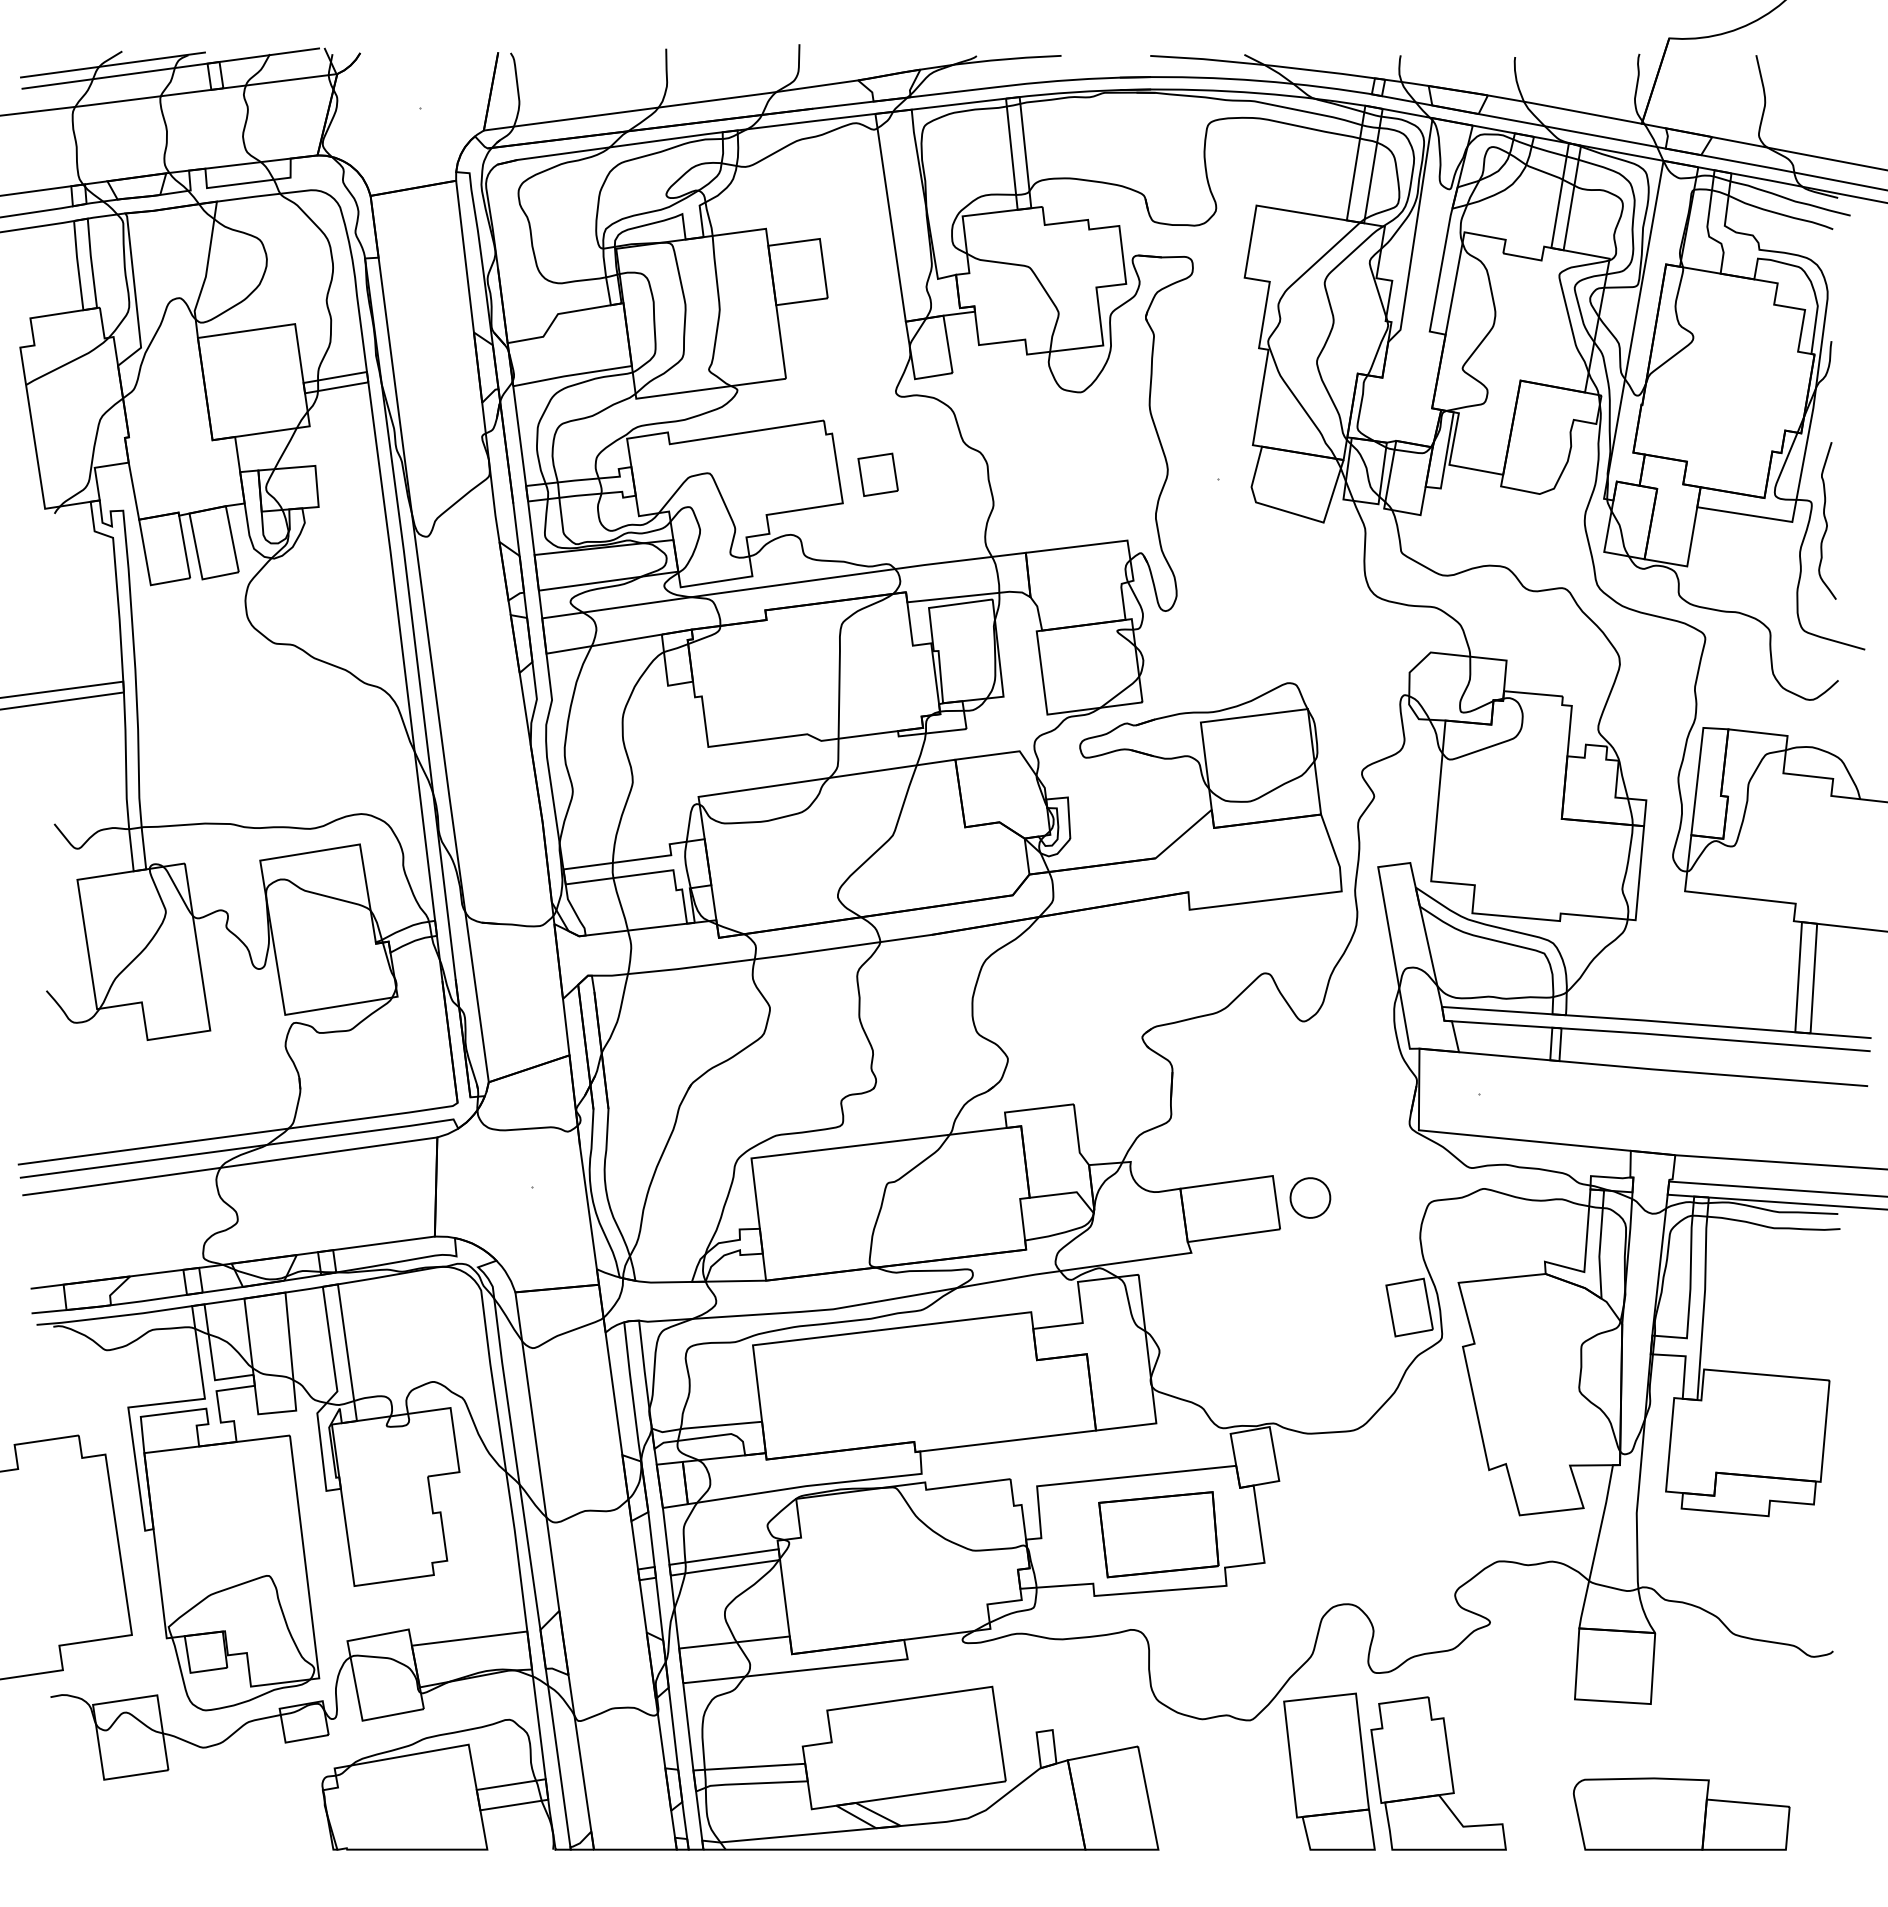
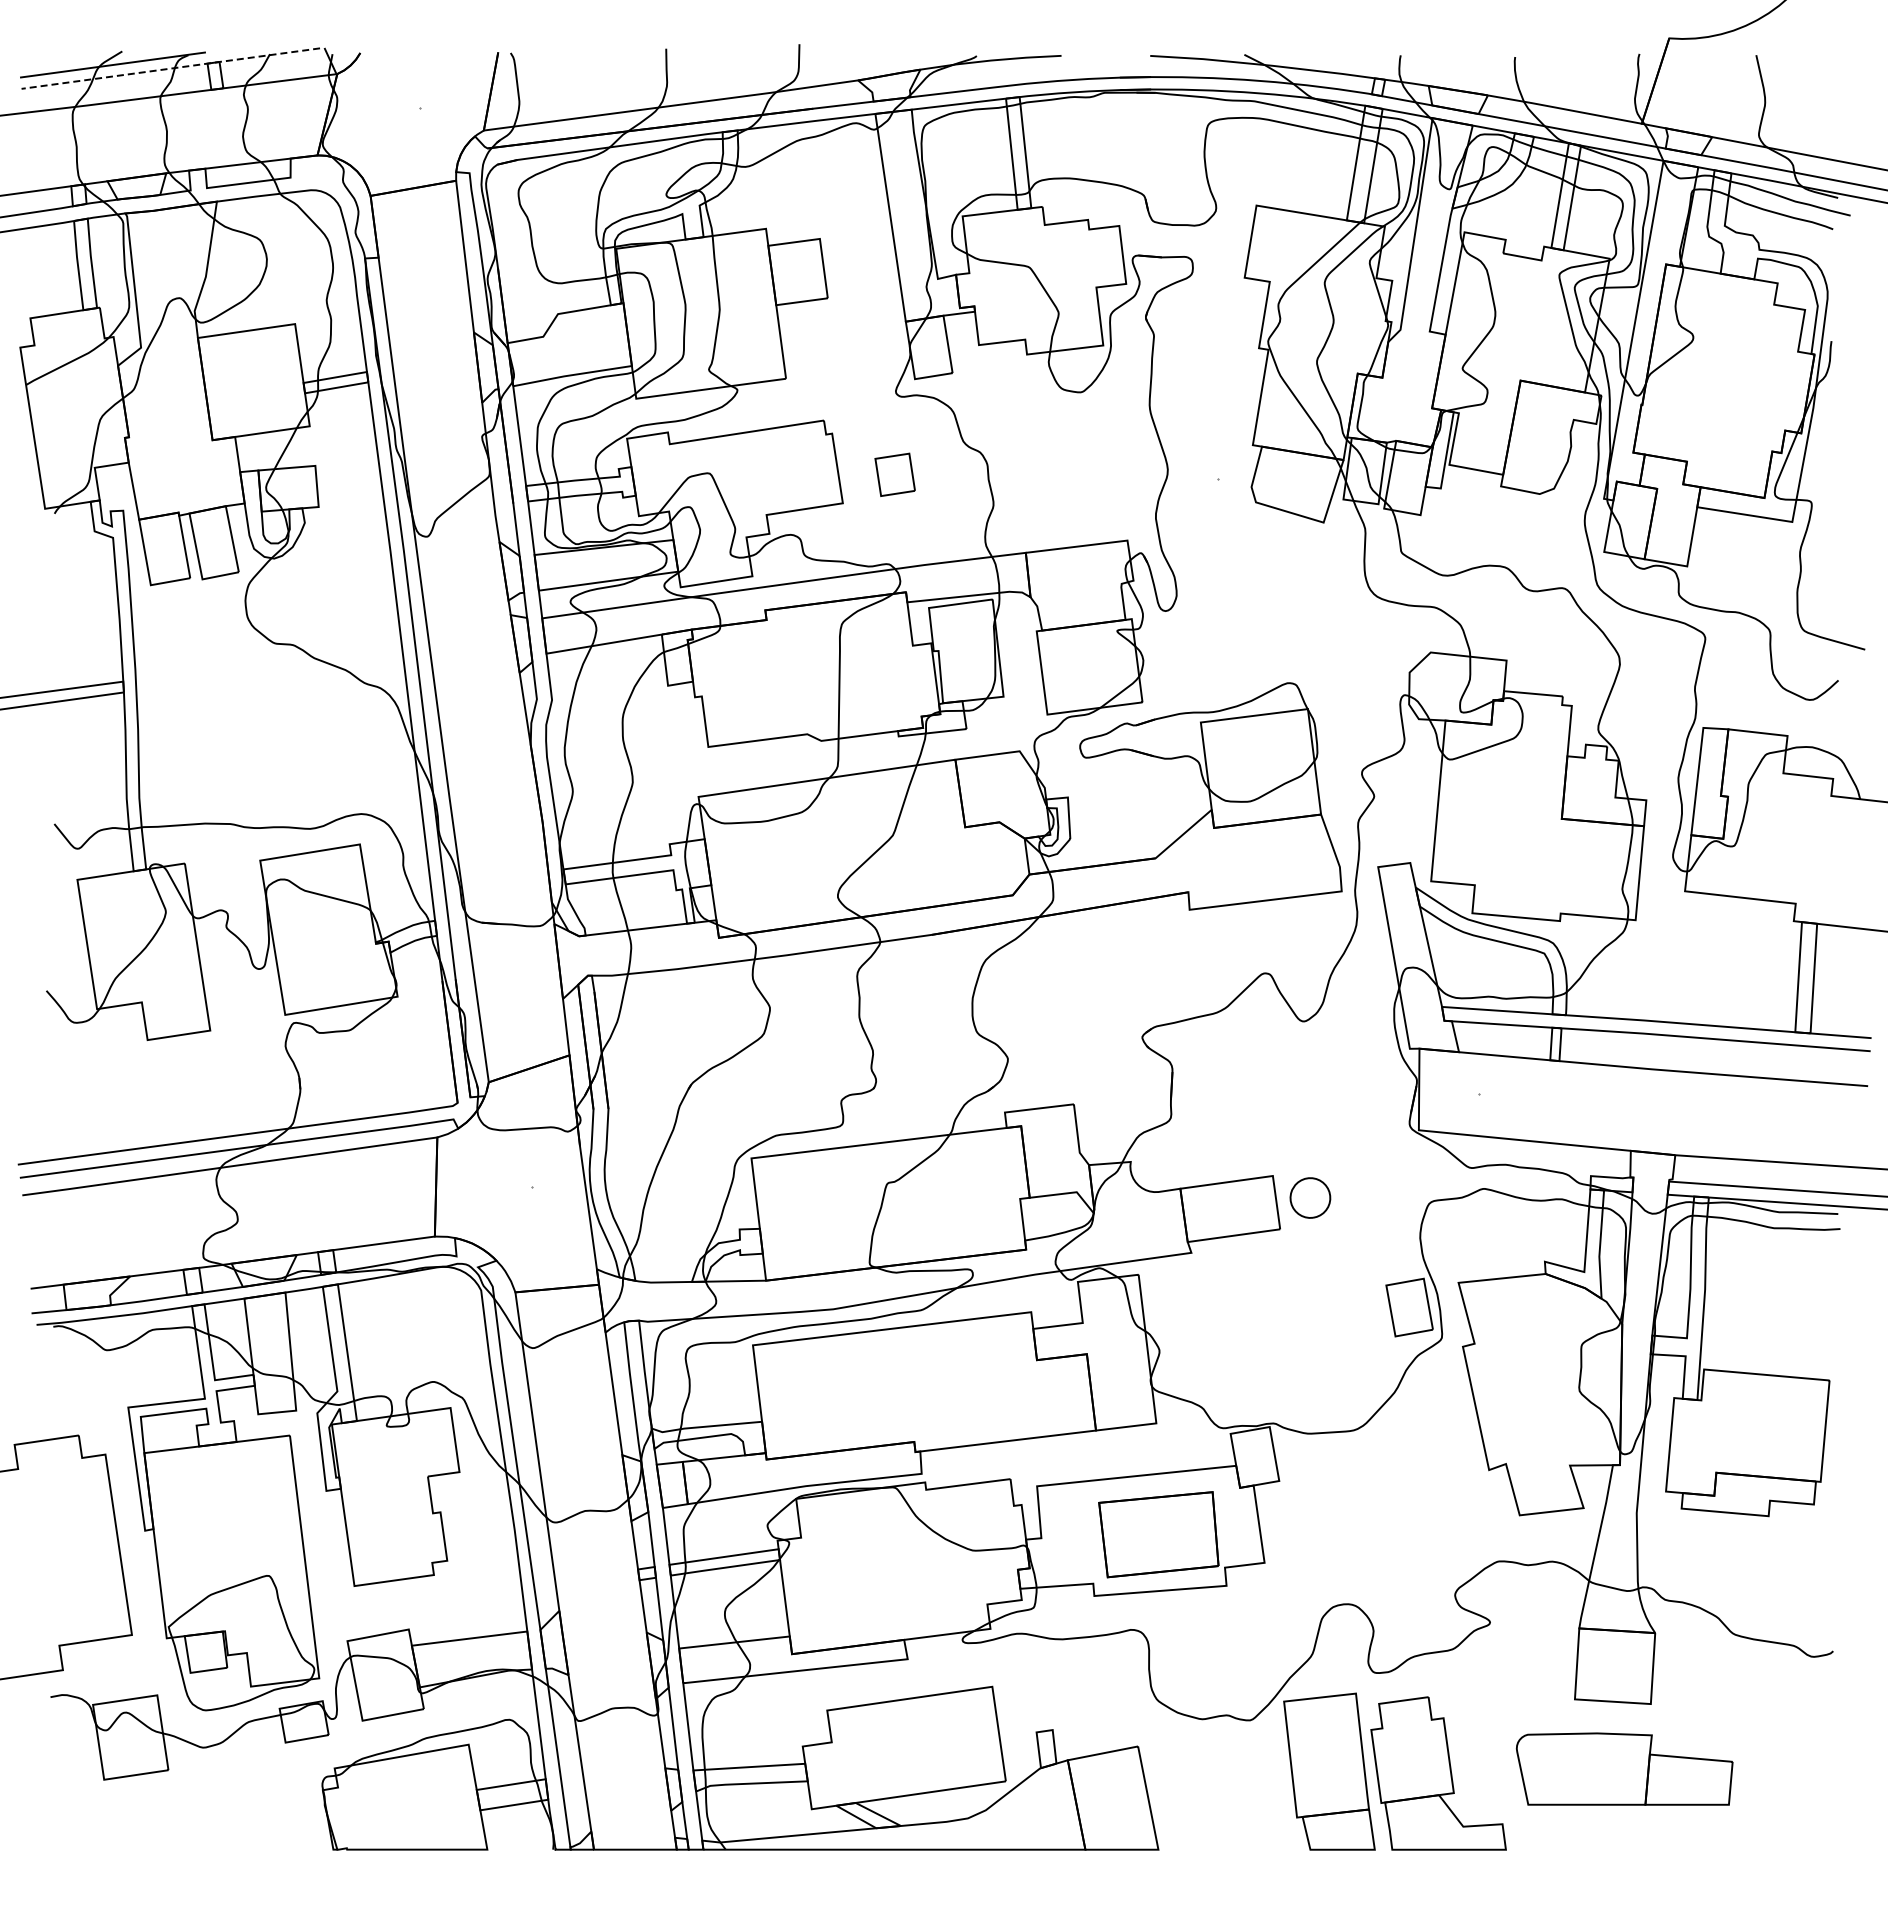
line at (171, 68): solid -> dashed
part at (877, 474) position: (877, 474) -> (894, 474)
curve at (1826, 520): present -> none
part at (1681, 1813) position: (1681, 1813) -> (1624, 1768)
